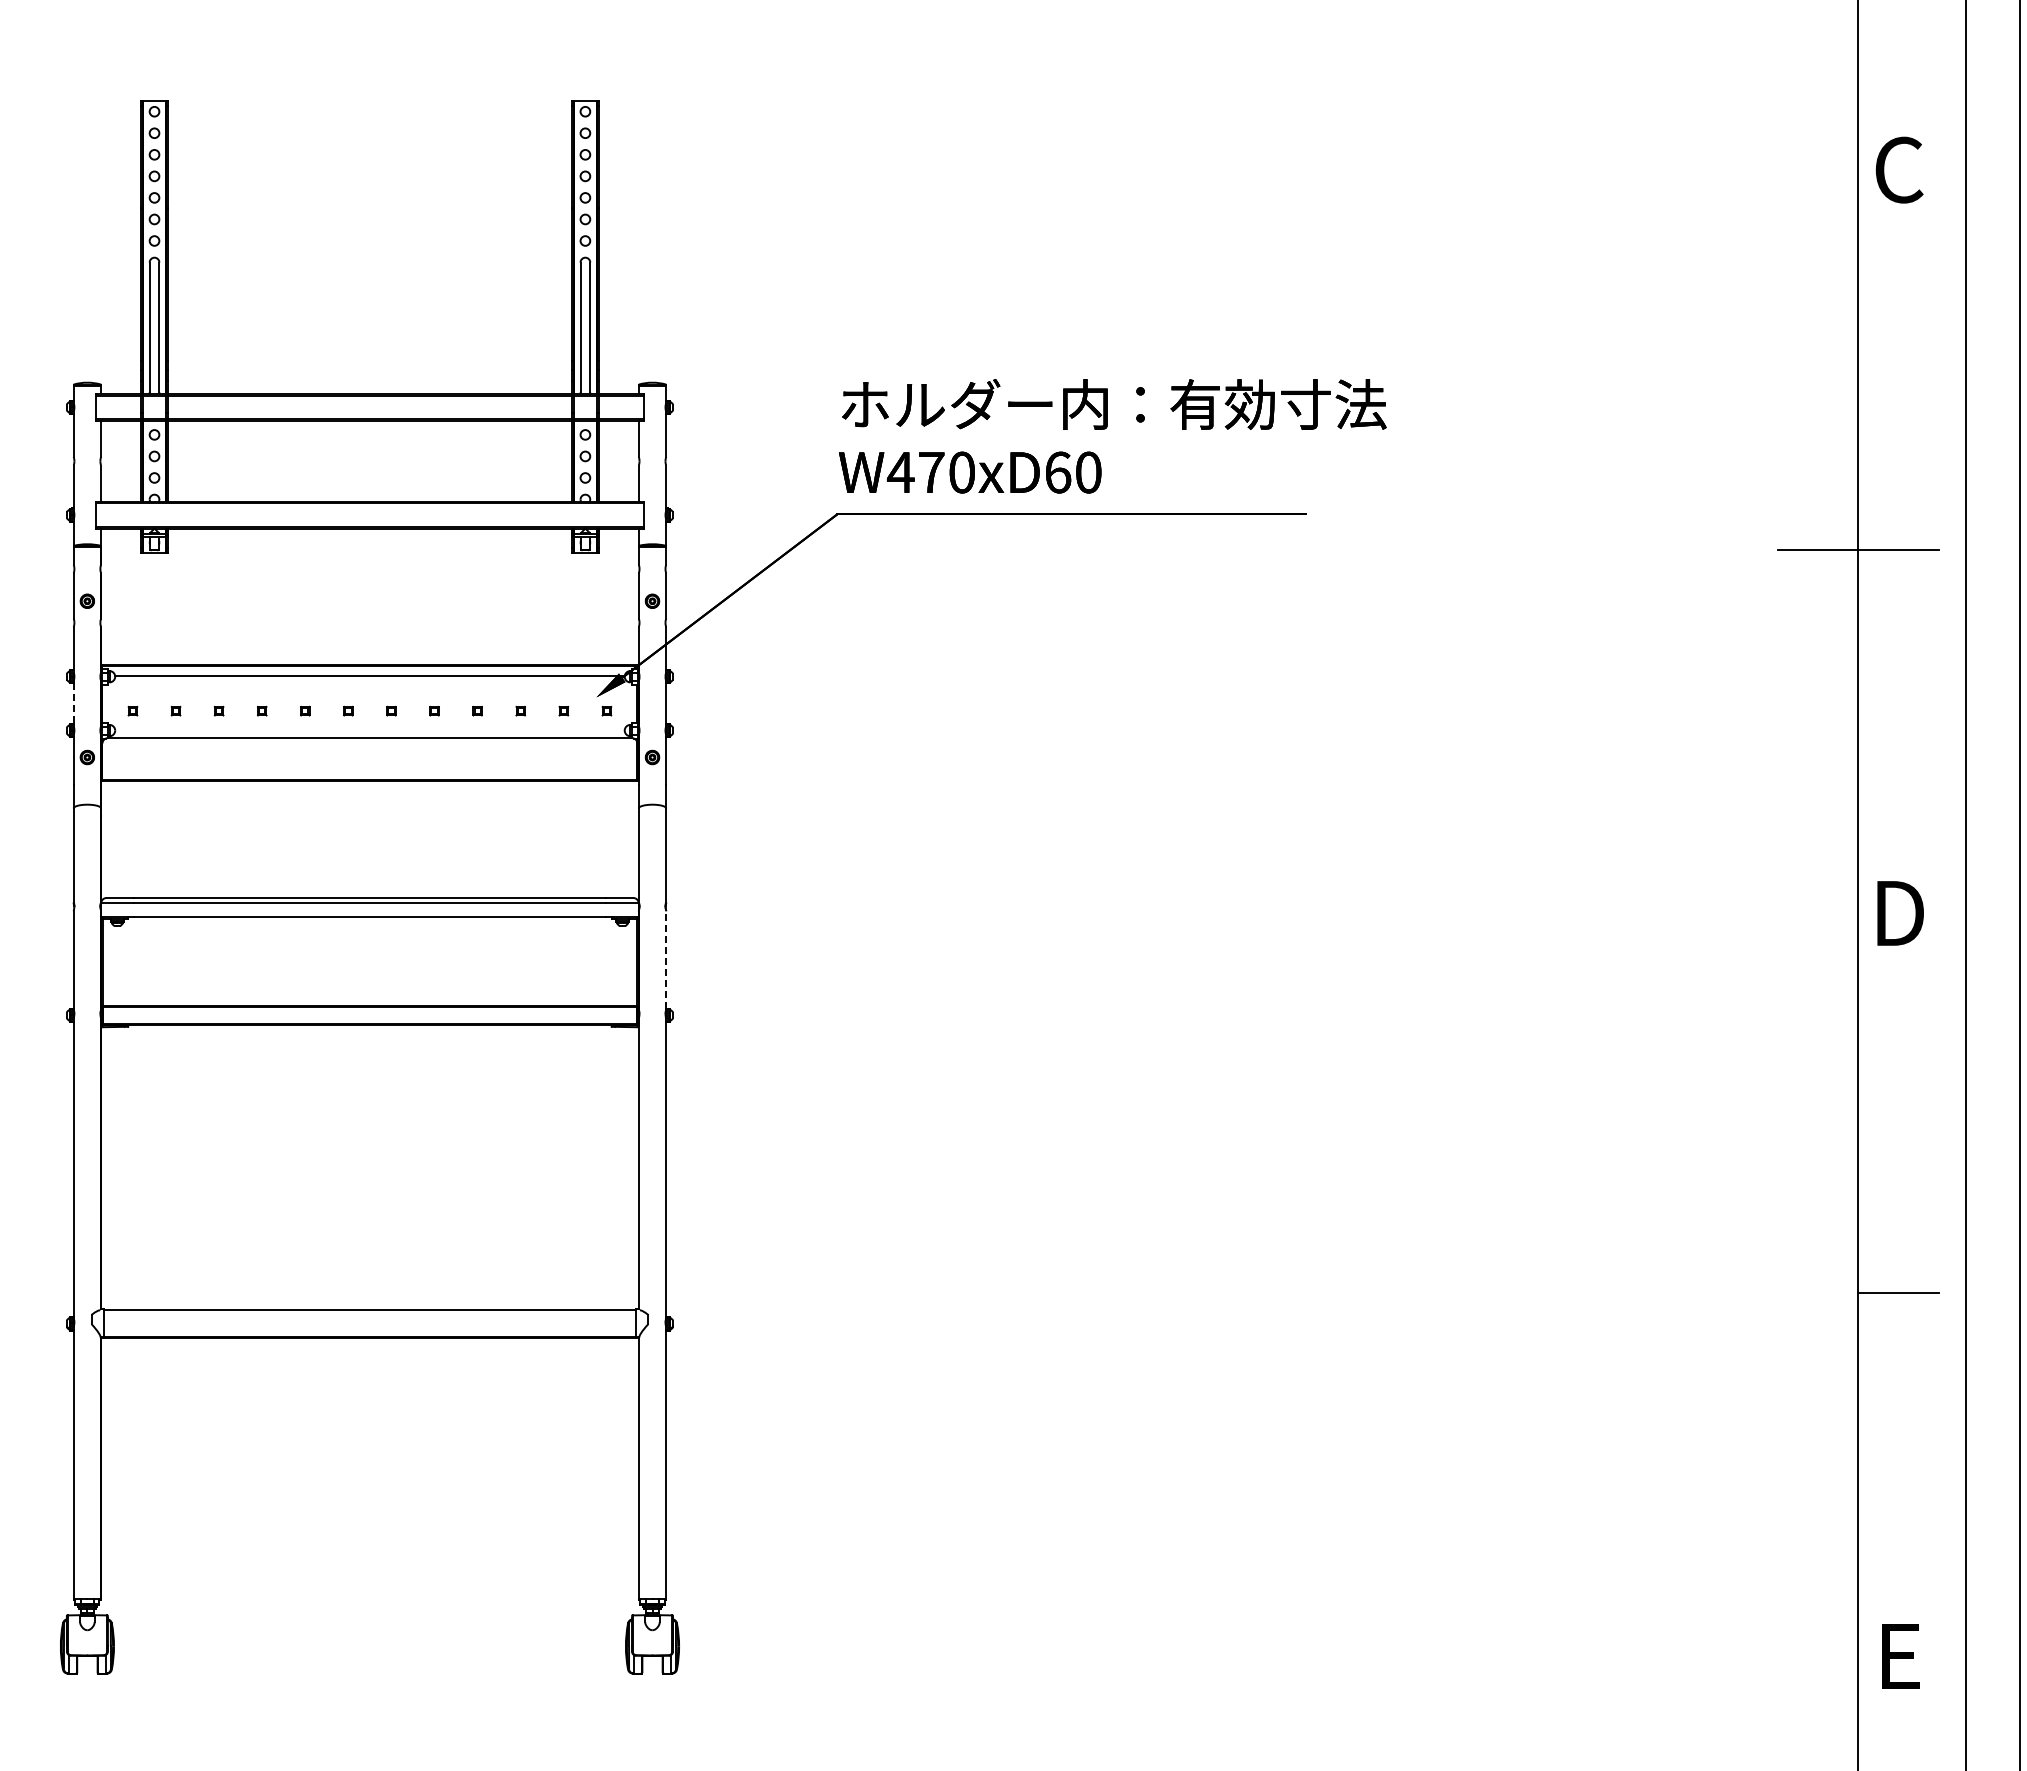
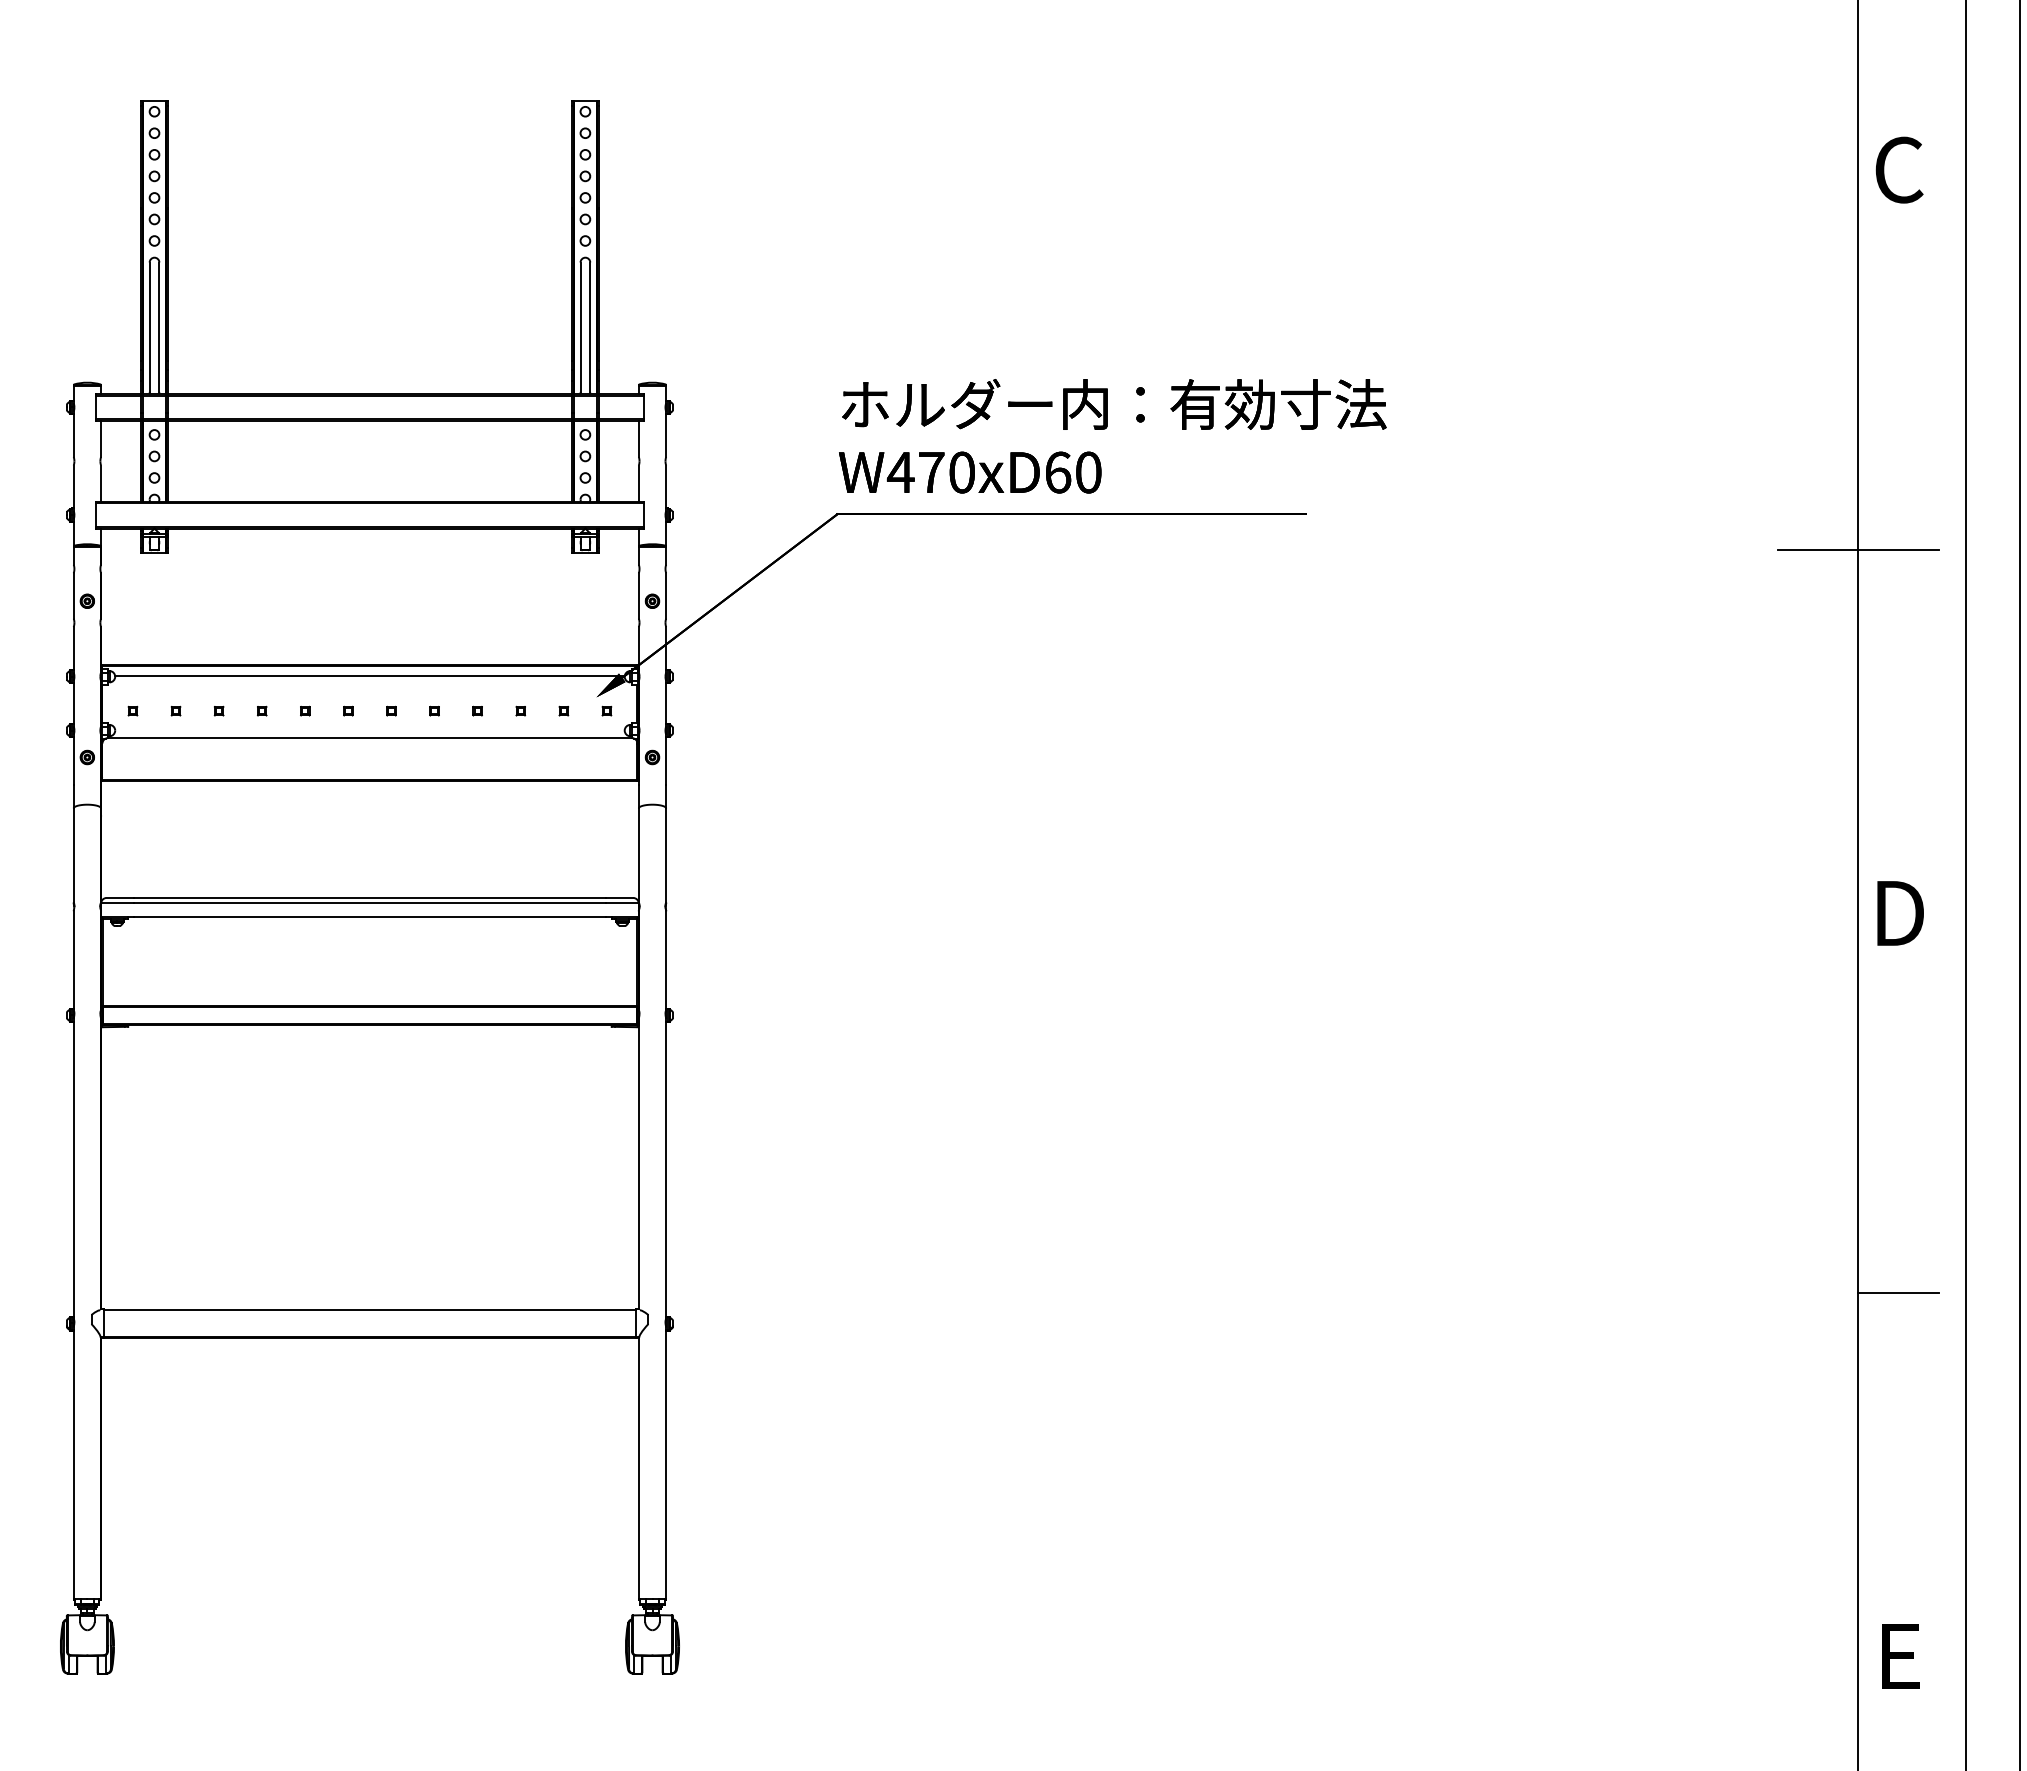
line at (73, 704): dashed -> solid
line at (666, 959): dashed -> solid
